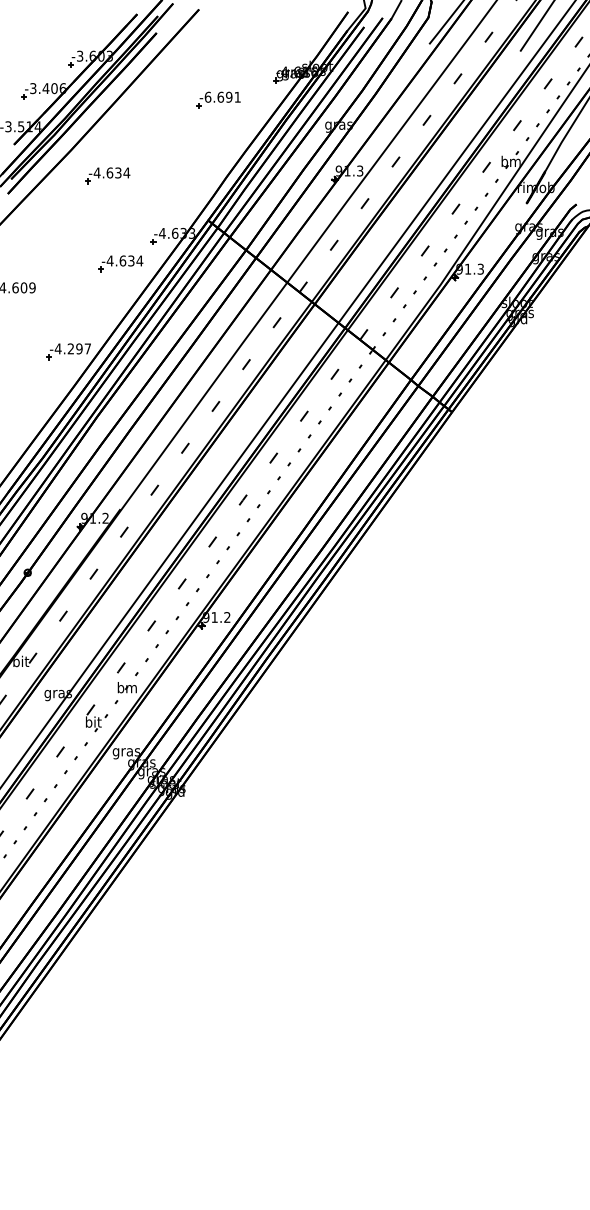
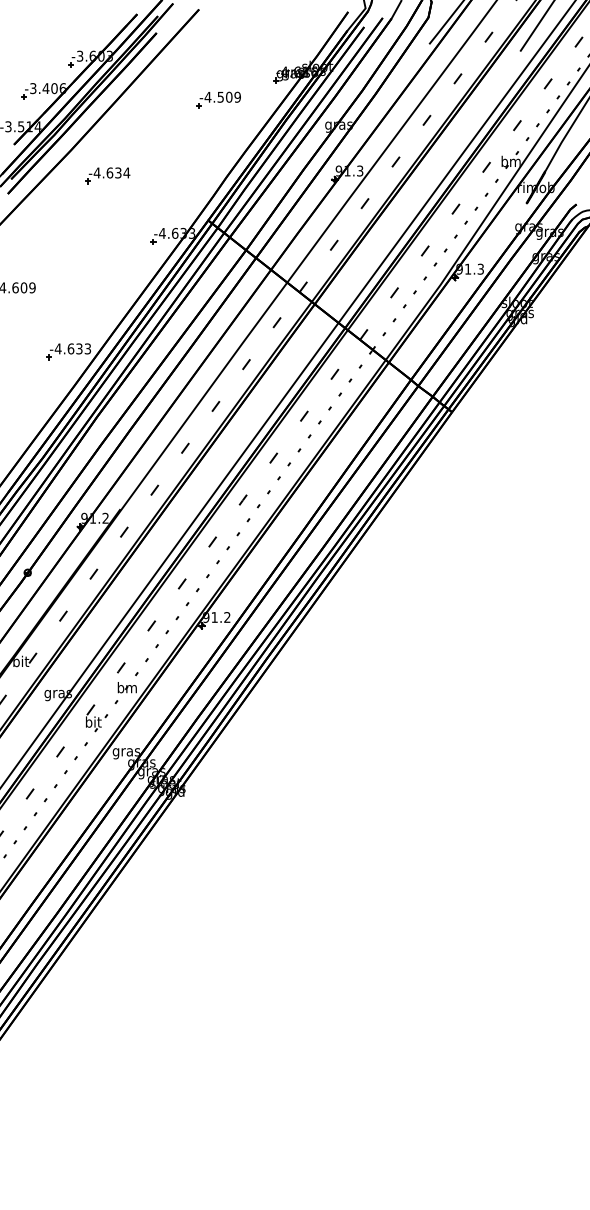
text at (222, 96): -6.691 -> -4.509
part at (120, 263): present -> none
text at (79, 348): -4.297 -> -4.633
